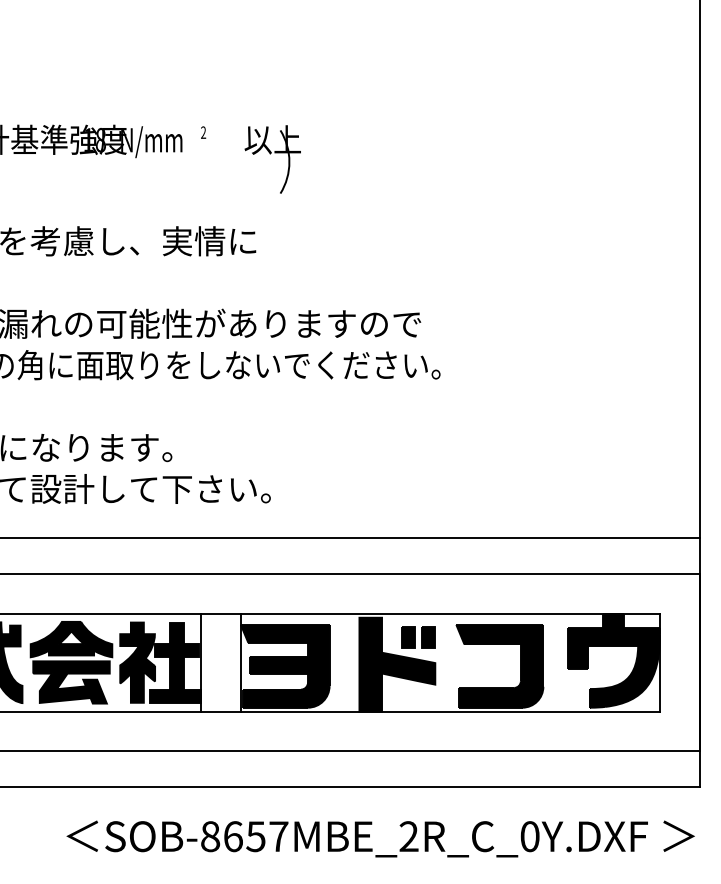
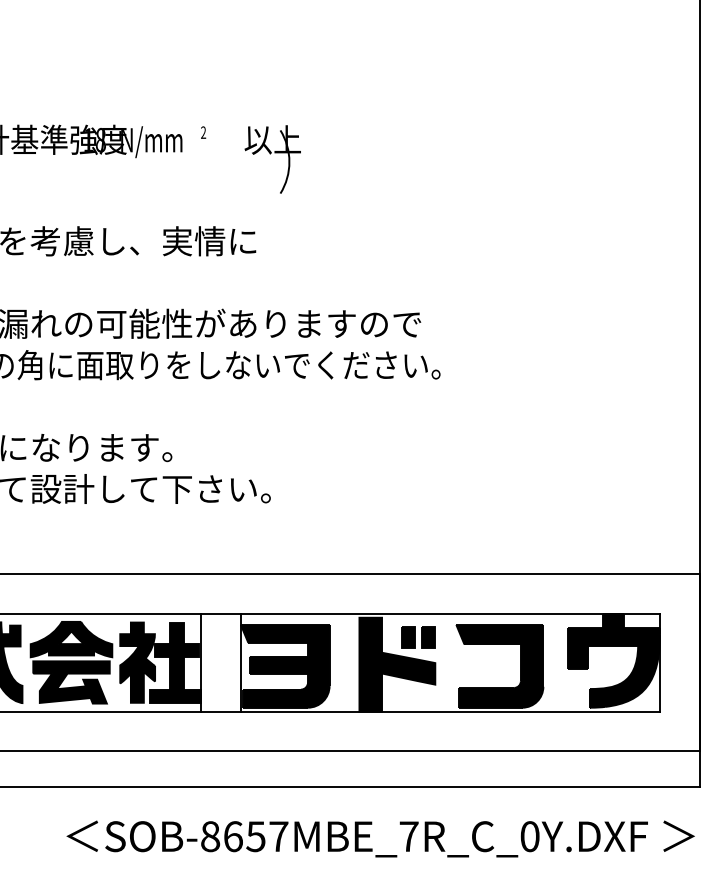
line at (350, 538): present -> none
text at (408, 836): SOB-8657MBE_2R_C_0Y.DXF -> SOB-8657MBE_7R_C_0Y.DXF
